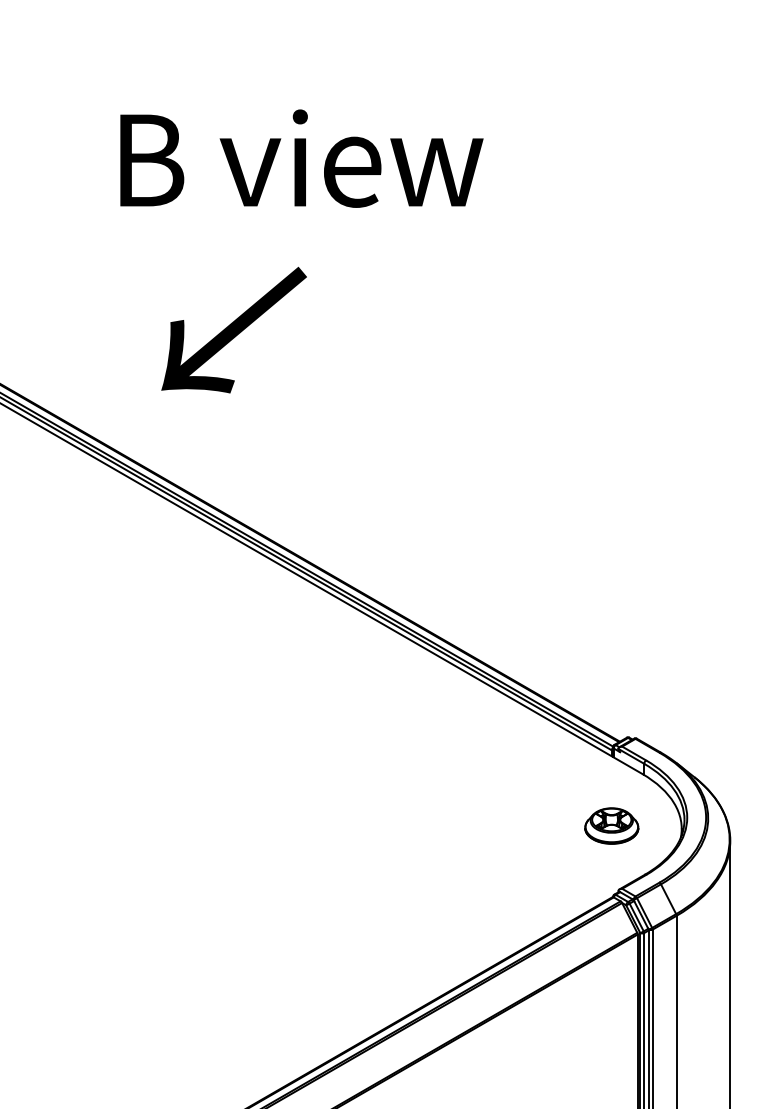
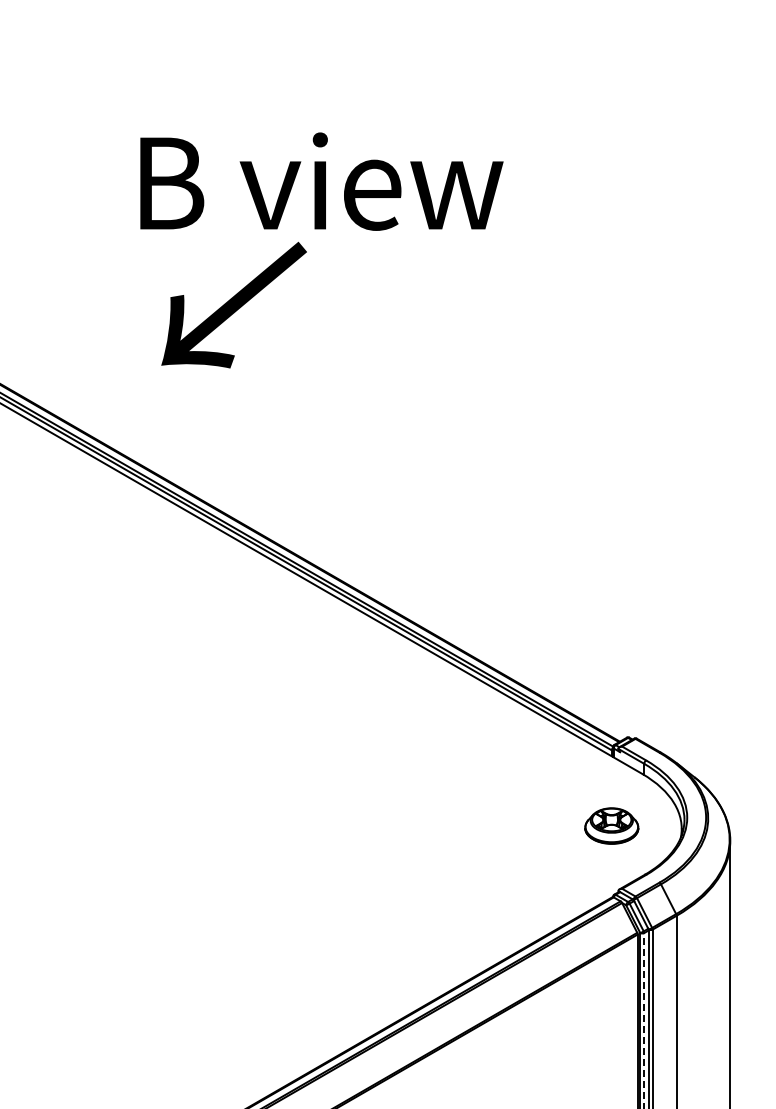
text at (301, 158) position: (301, 158) -> (321, 181)
text at (233, 329) position: (233, 329) -> (233, 304)
line at (644, 1020): solid -> dashed
